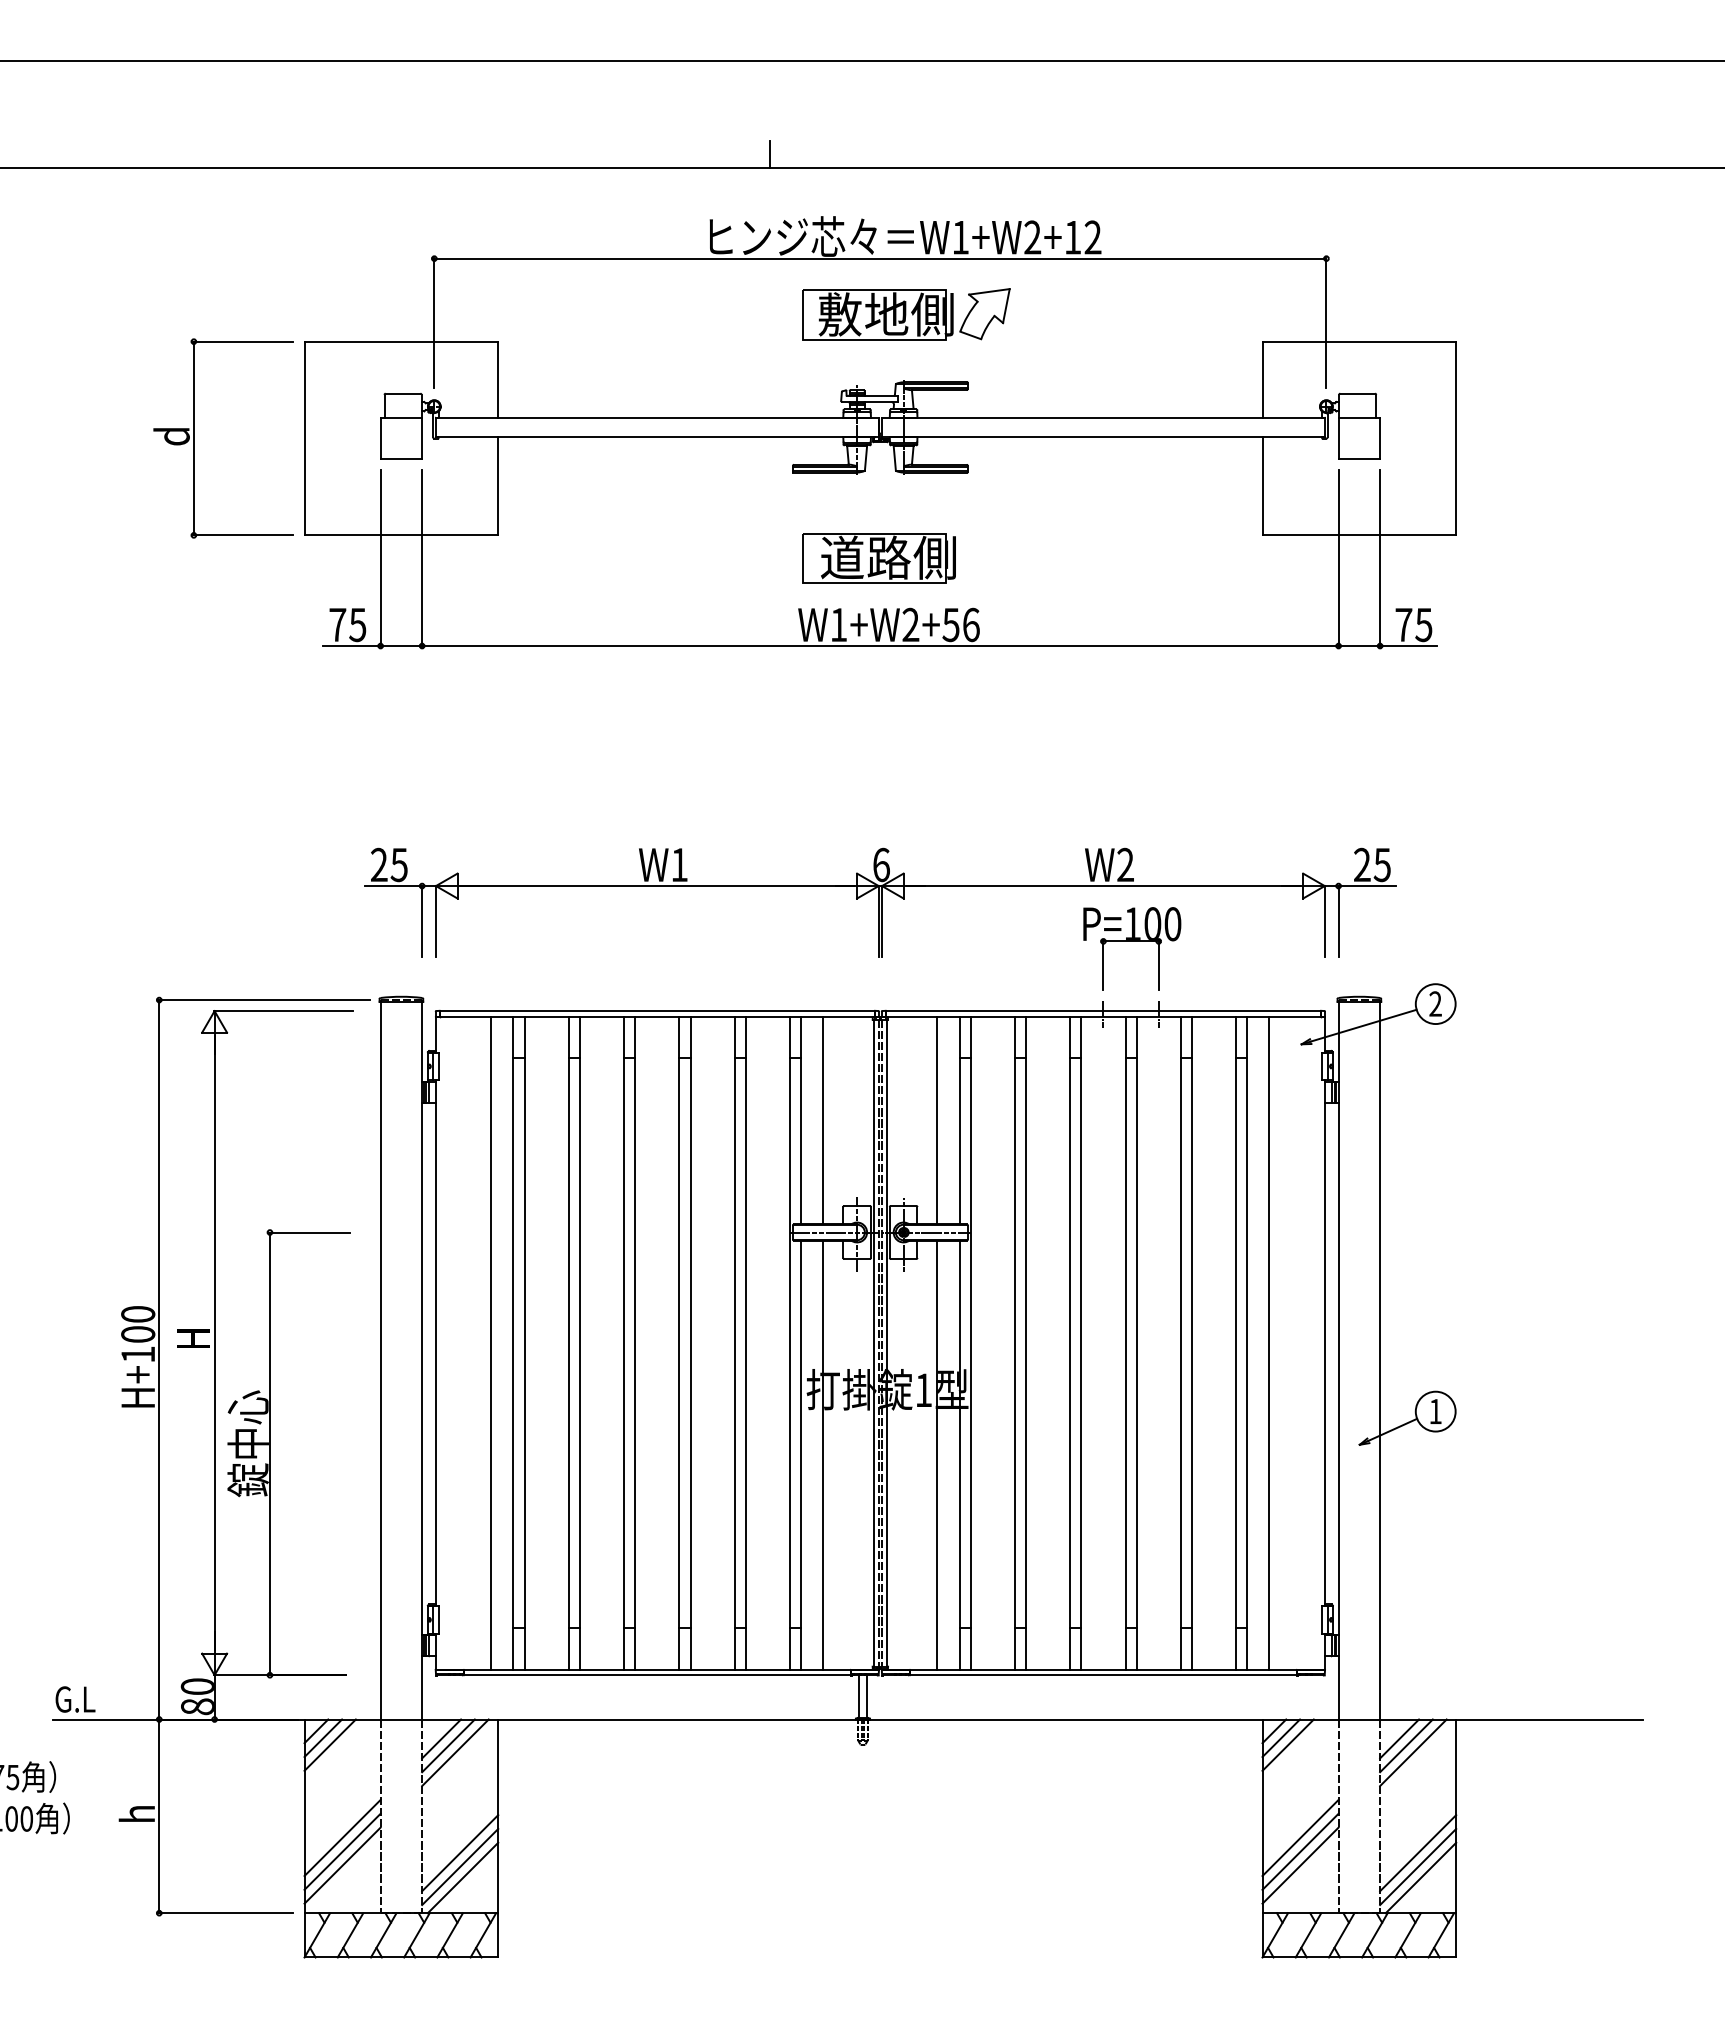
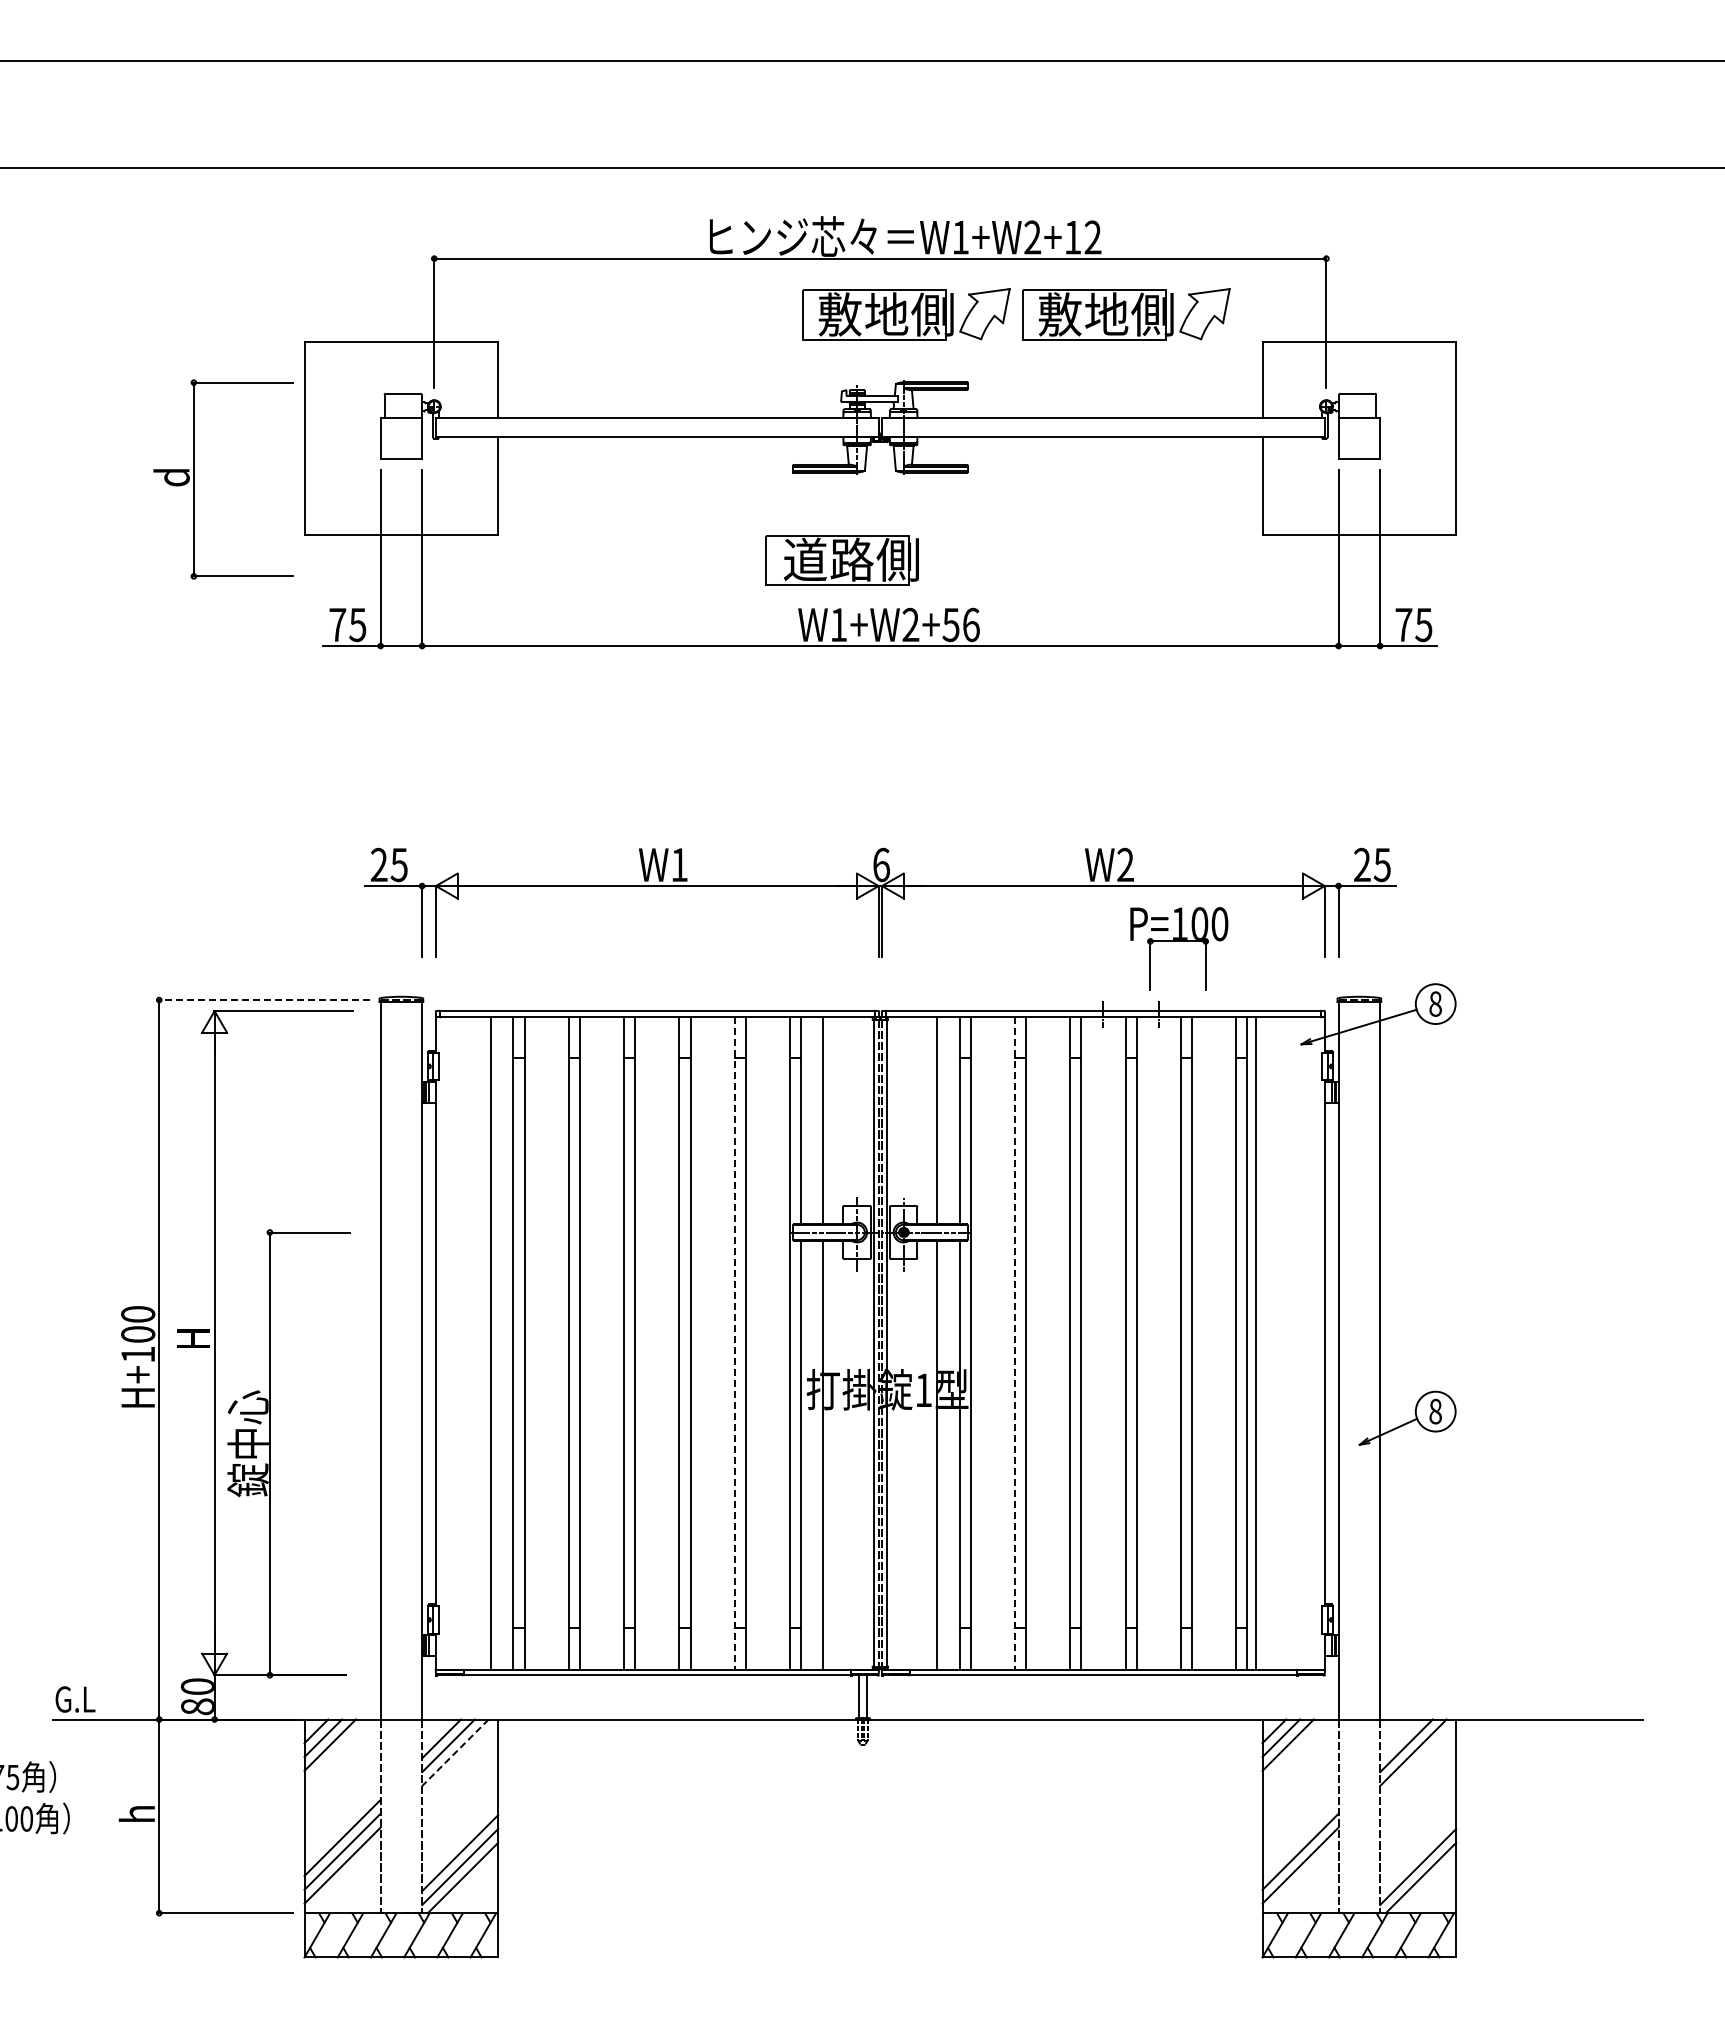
line at (769, 154): present -> none
part at (1126, 314): none -> present
part at (194, 438) position: (194, 438) -> (194, 479)
part at (878, 558) position: (878, 558) -> (841, 560)
part at (1132, 941) position: (1132, 941) -> (1179, 941)
line at (263, 1000): solid -> dashed
text at (1435, 1003): 2 -> 8
line at (1269, 1342) position: (1269, 1342) -> (1256, 1342)
line at (734, 1343): solid -> dashed
line at (1014, 1343): solid -> dashed
text at (1435, 1411): 1 -> 8
line at (1399, 1738): present -> none
line at (455, 1753): solid -> dashed
line at (1300, 1837): present -> none
line at (1418, 1853): present -> none
